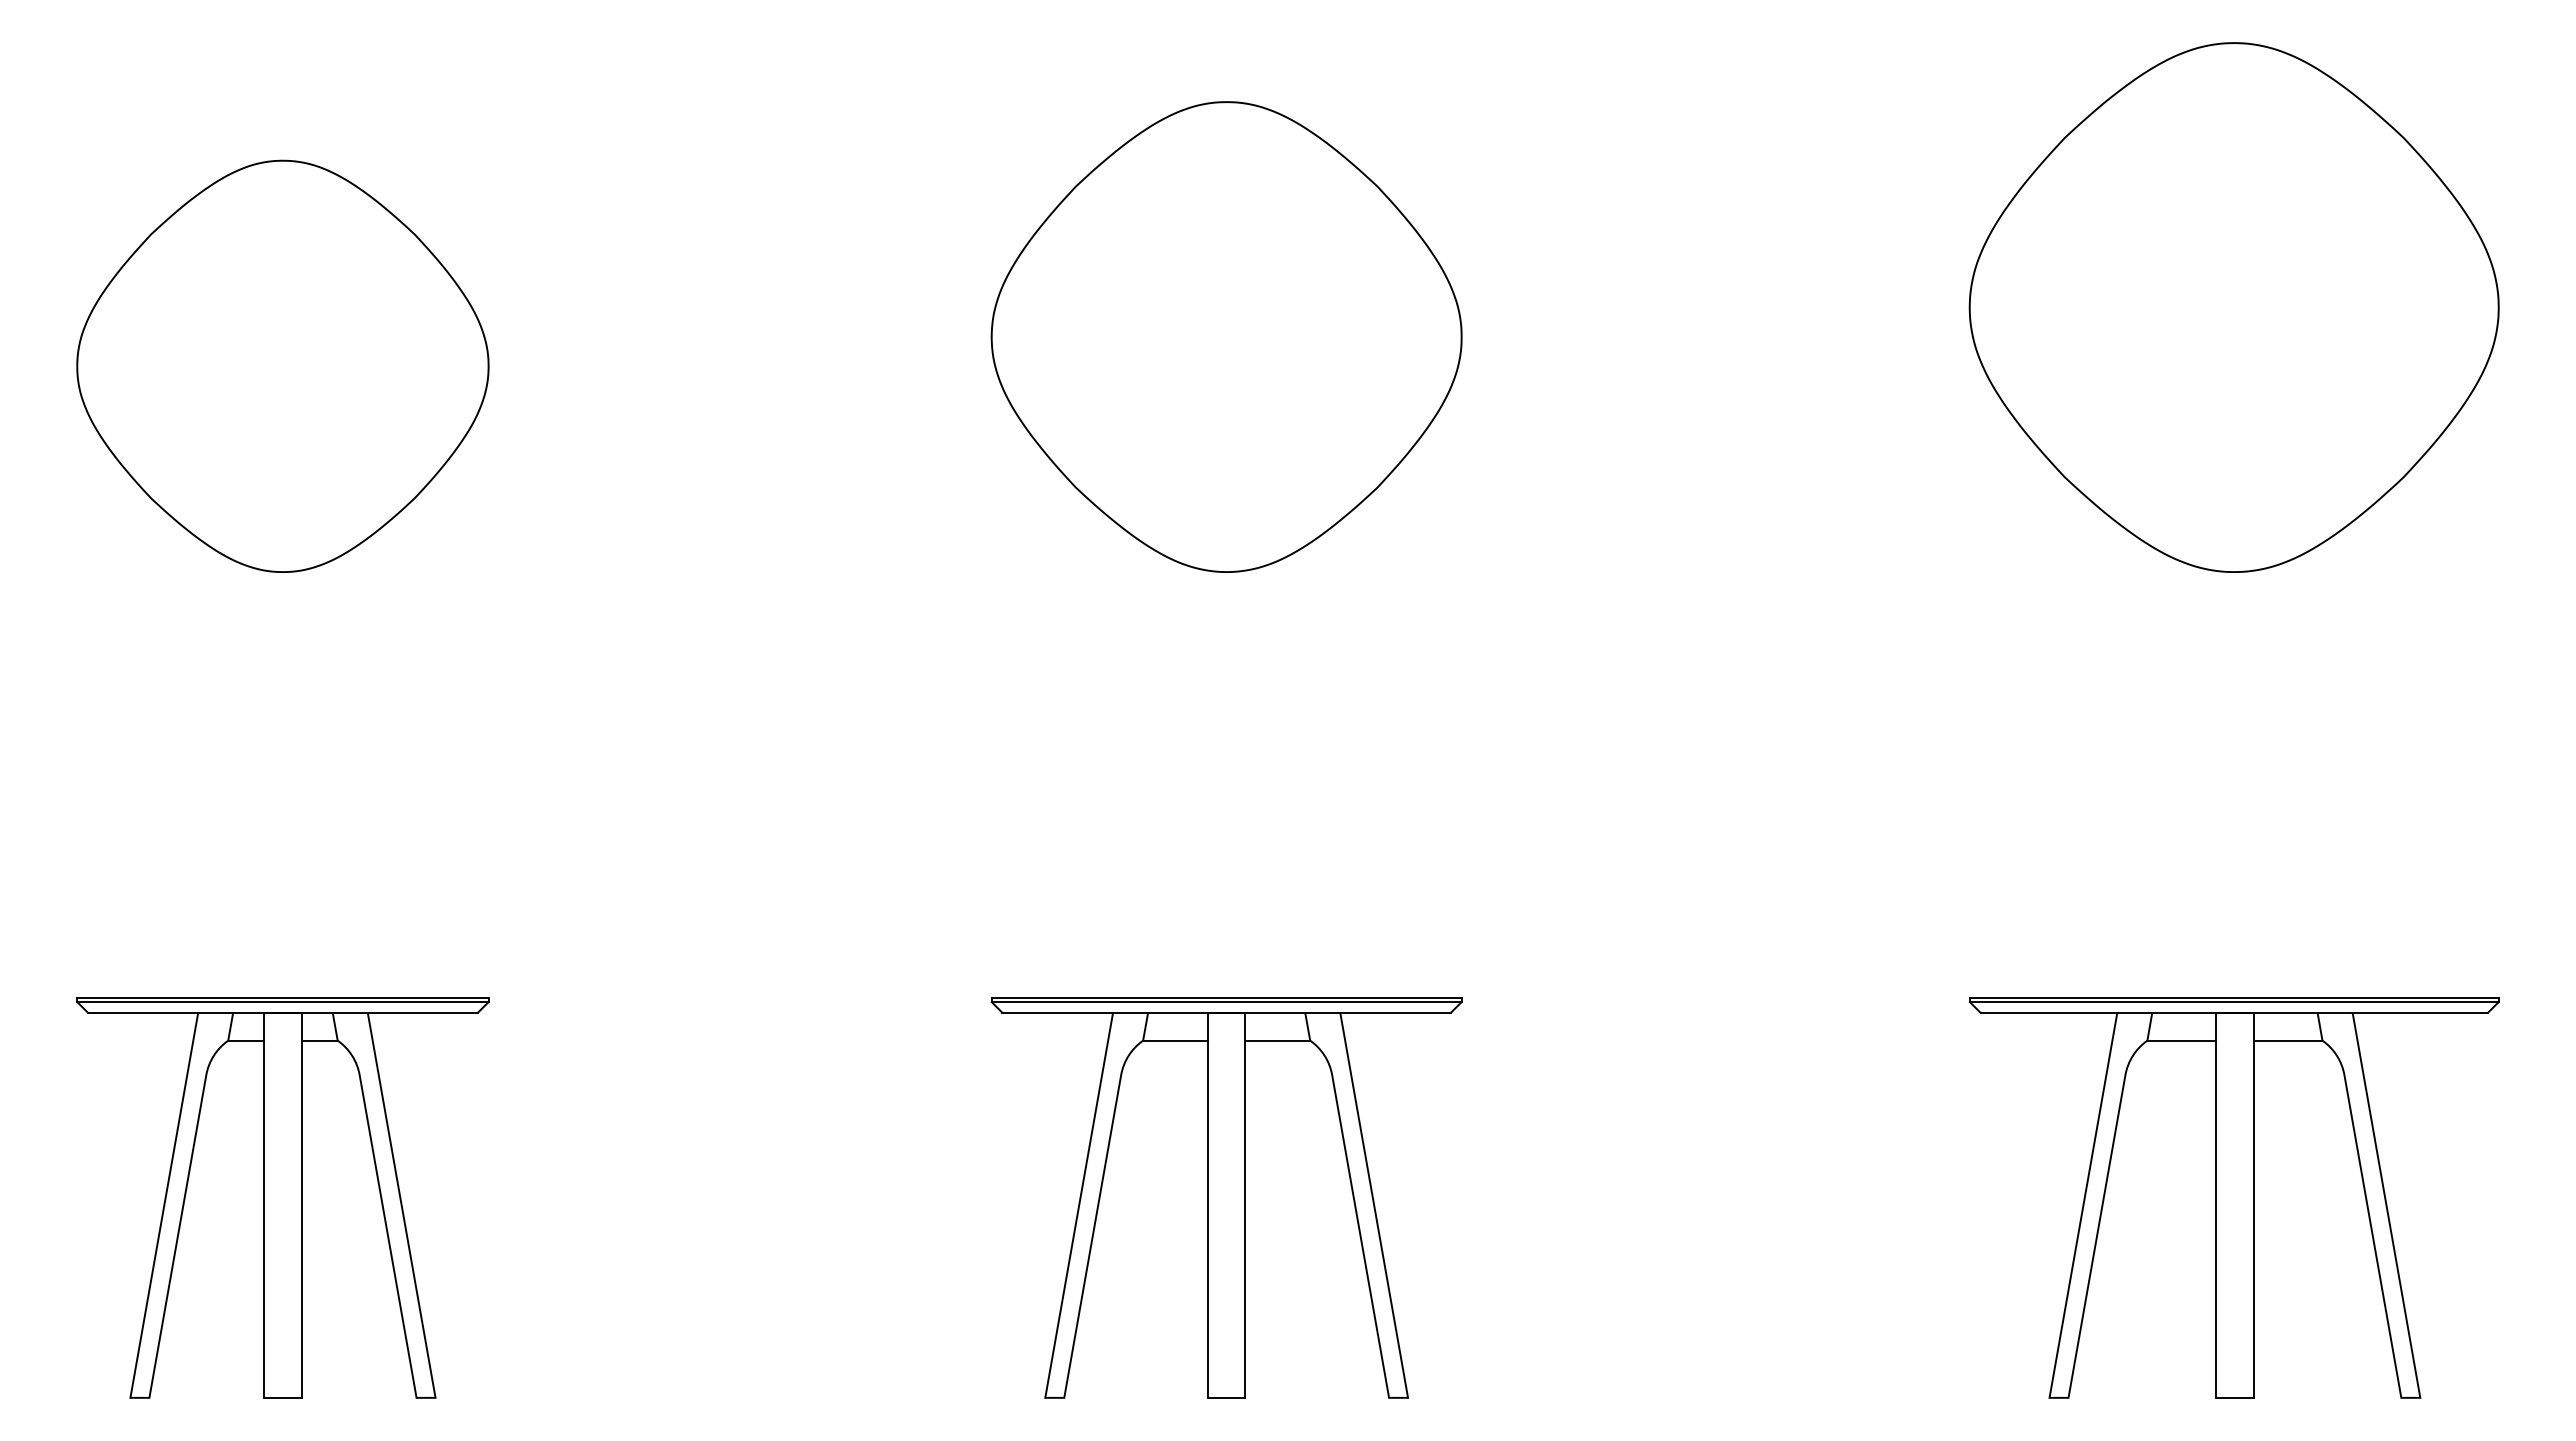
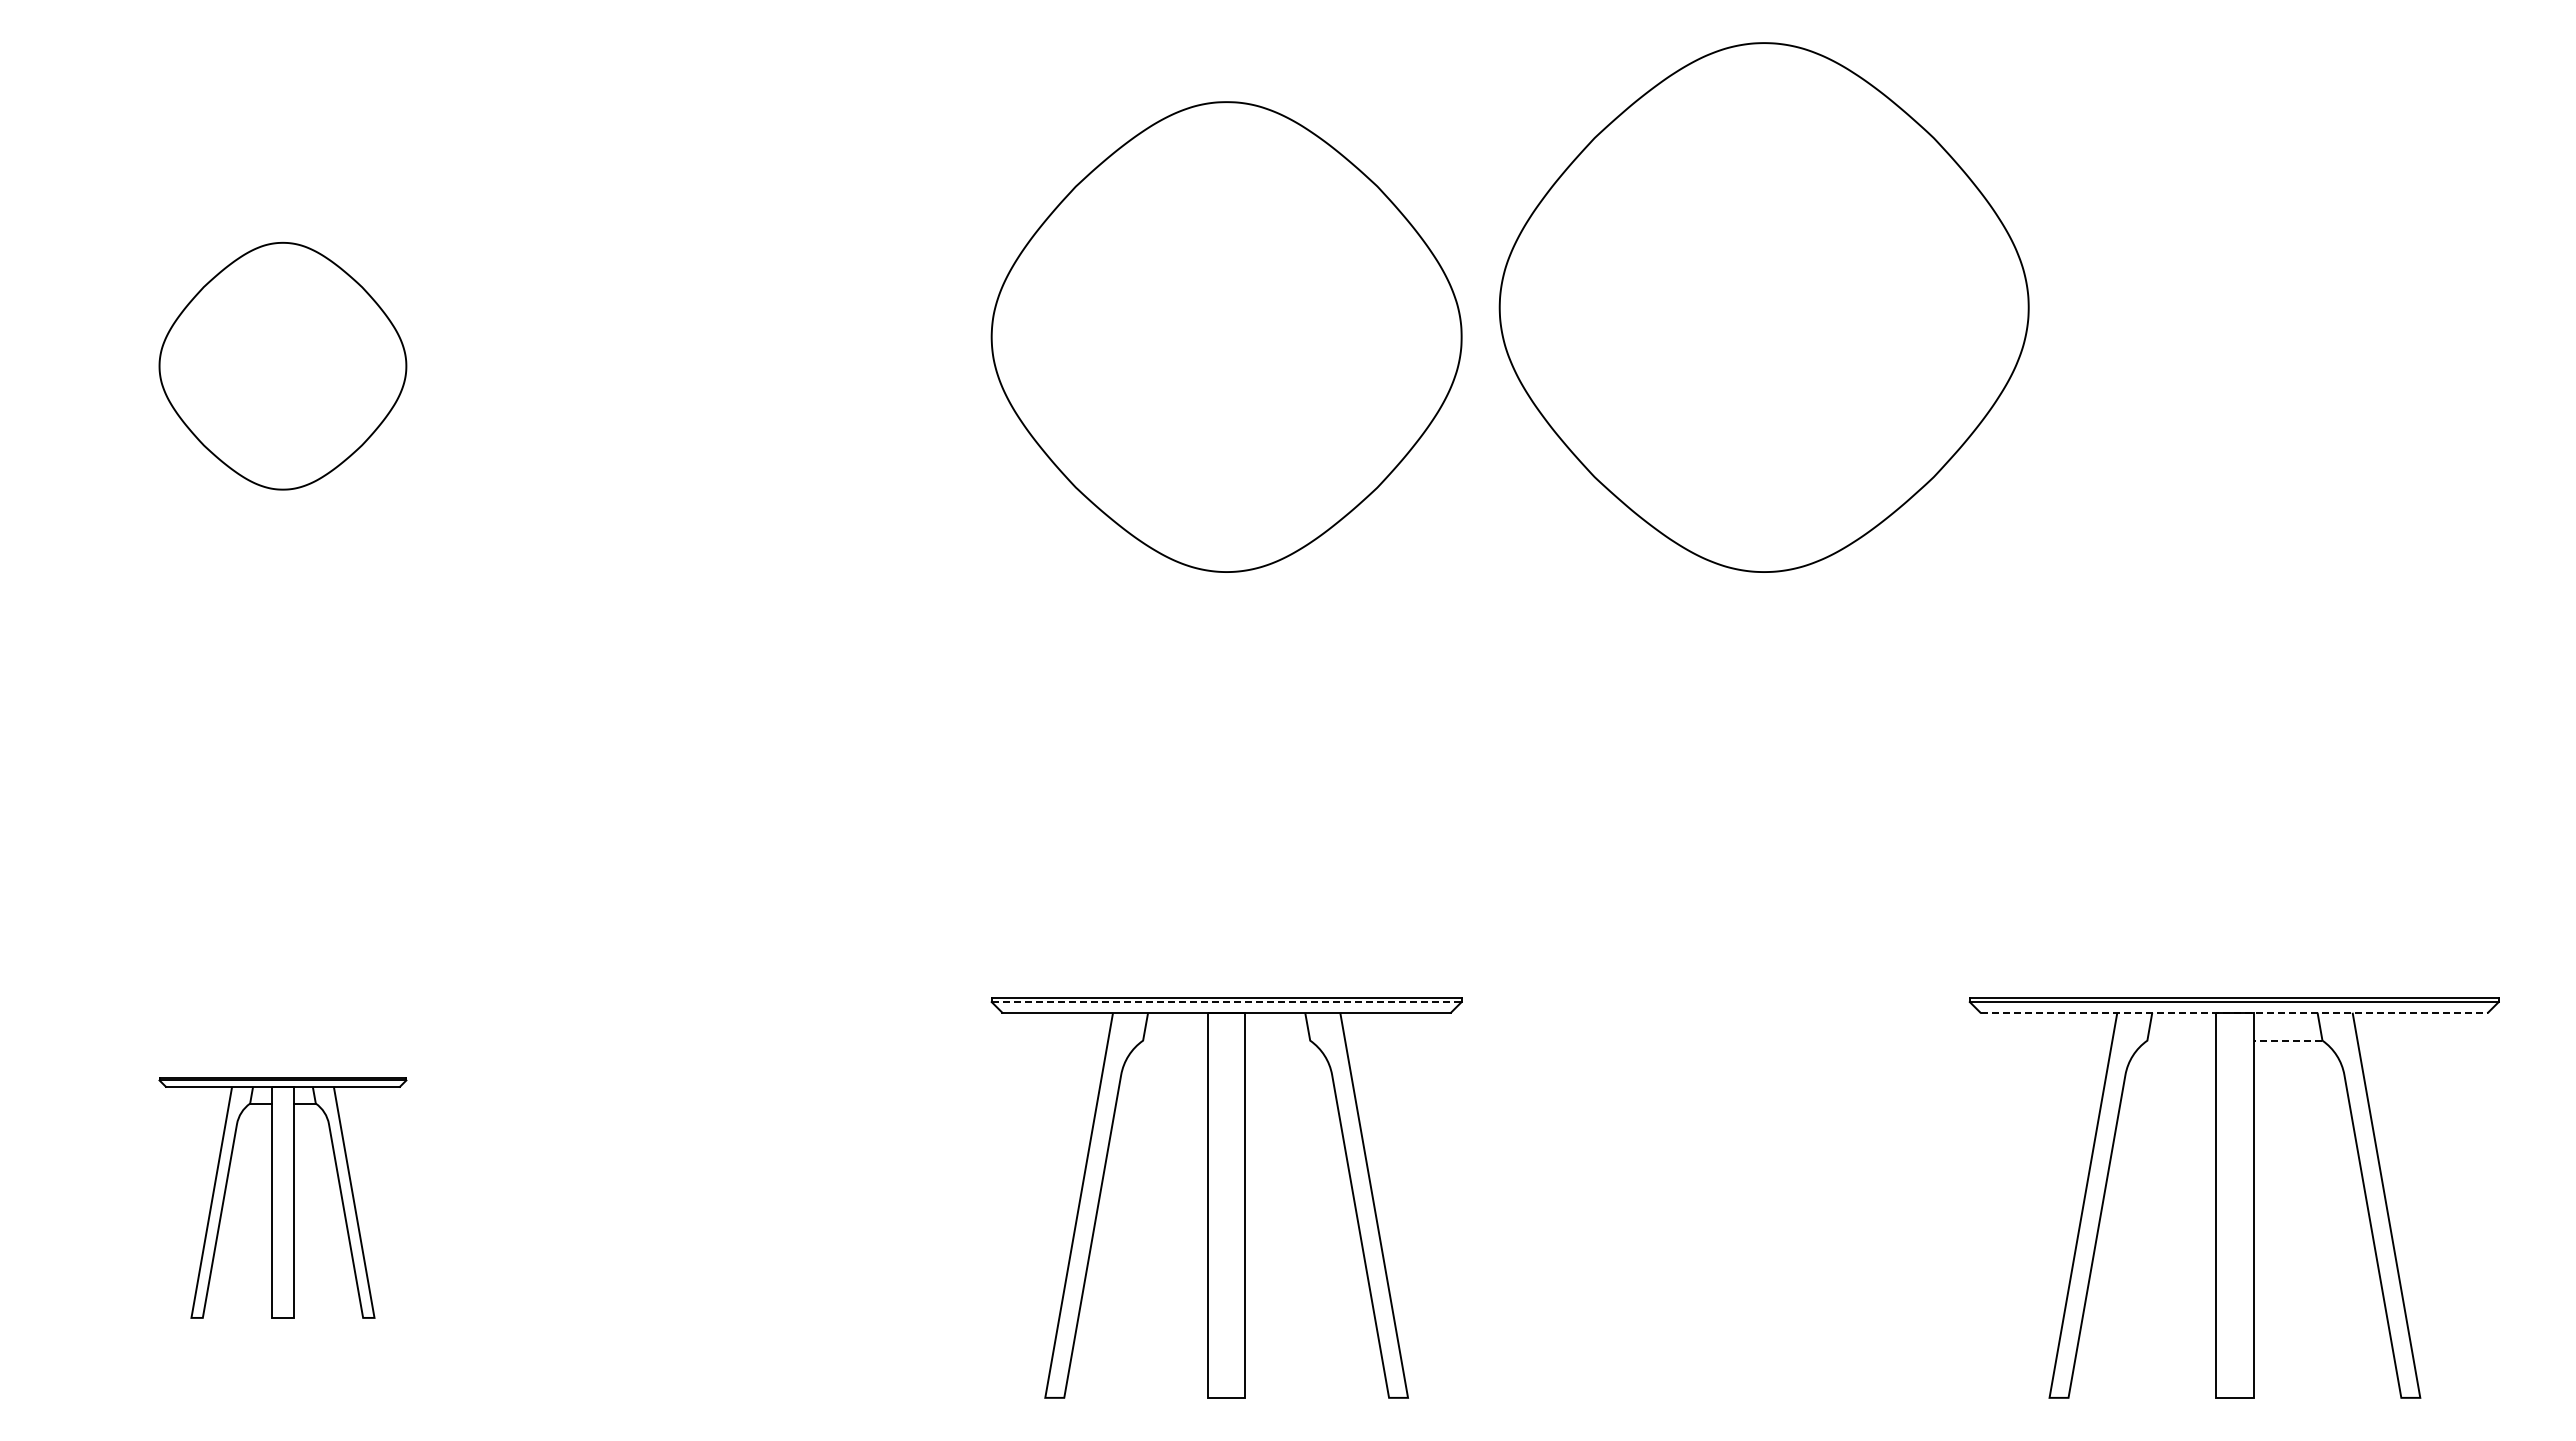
part at (2233, 307) position: (2233, 307) -> (1763, 307)
part at (282, 365) size: 414x414 px -> 250x249 px
line at (1226, 1002): solid -> dashed
line at (2234, 1012): solid -> dashed
line at (1175, 1040): present -> none
line at (1277, 1040): present -> none
line at (2181, 1040): present -> none
line at (2287, 1040): solid -> dashed
part at (282, 1197) size: 414x402 px -> 250x242 px
